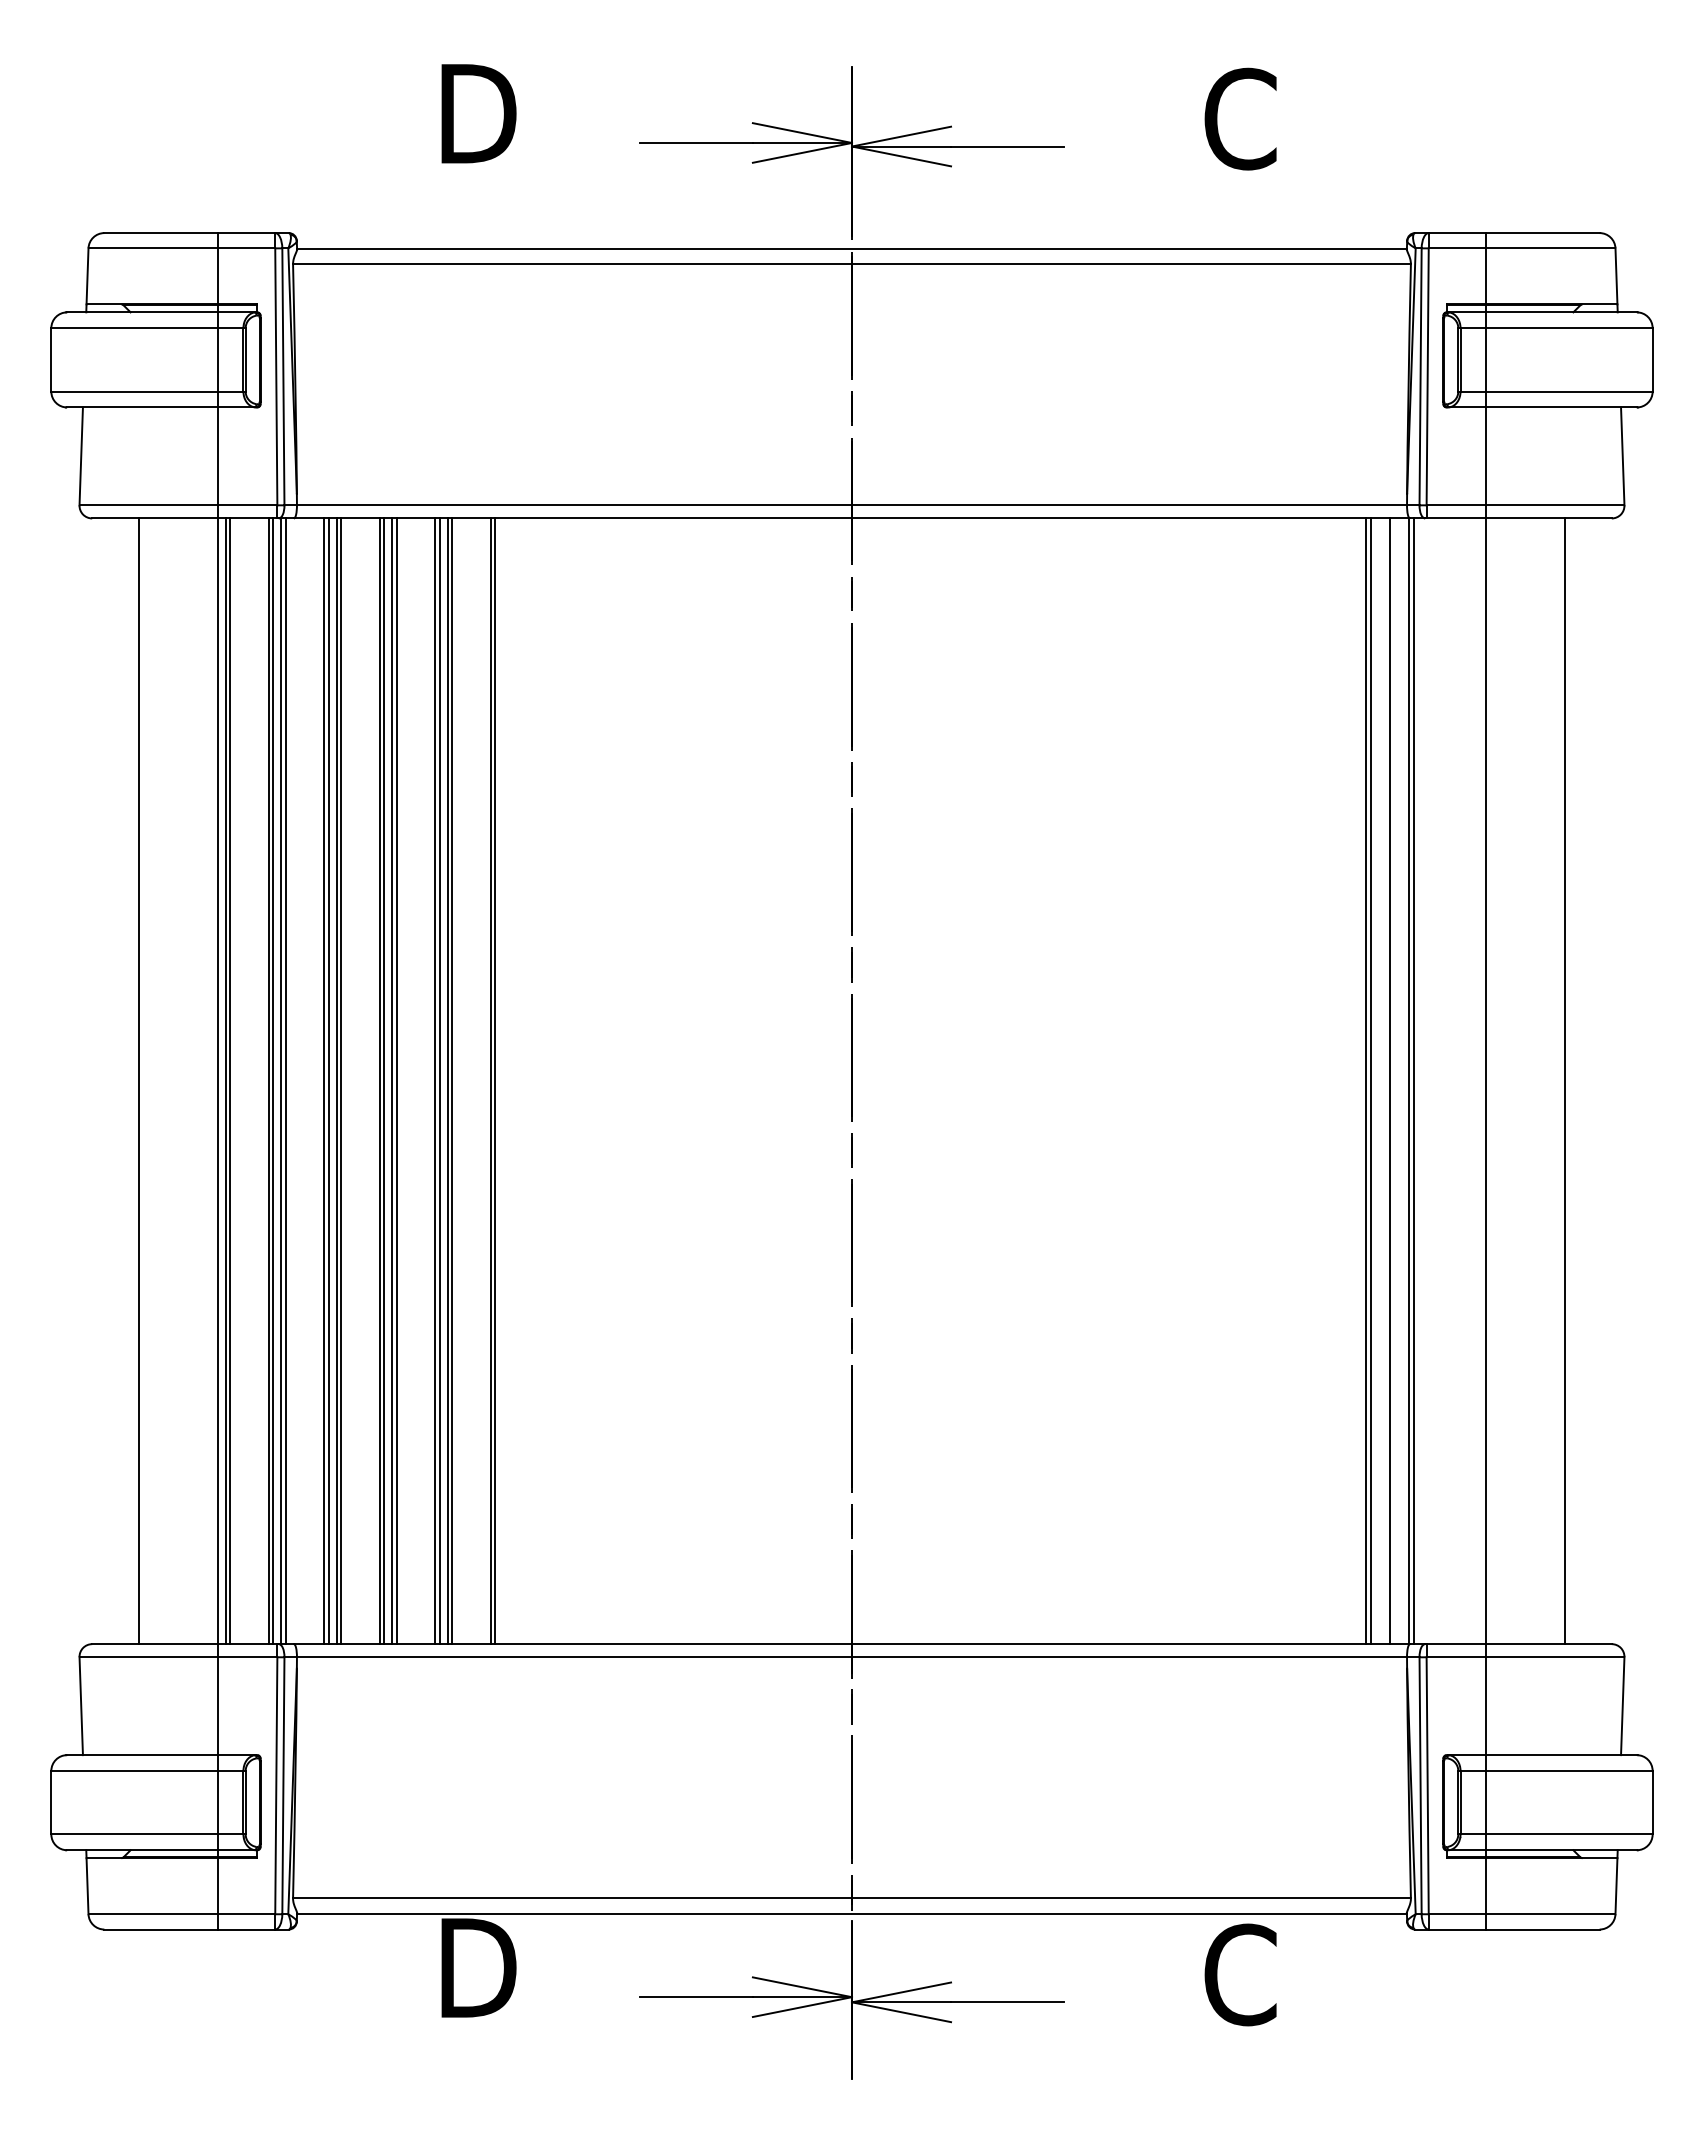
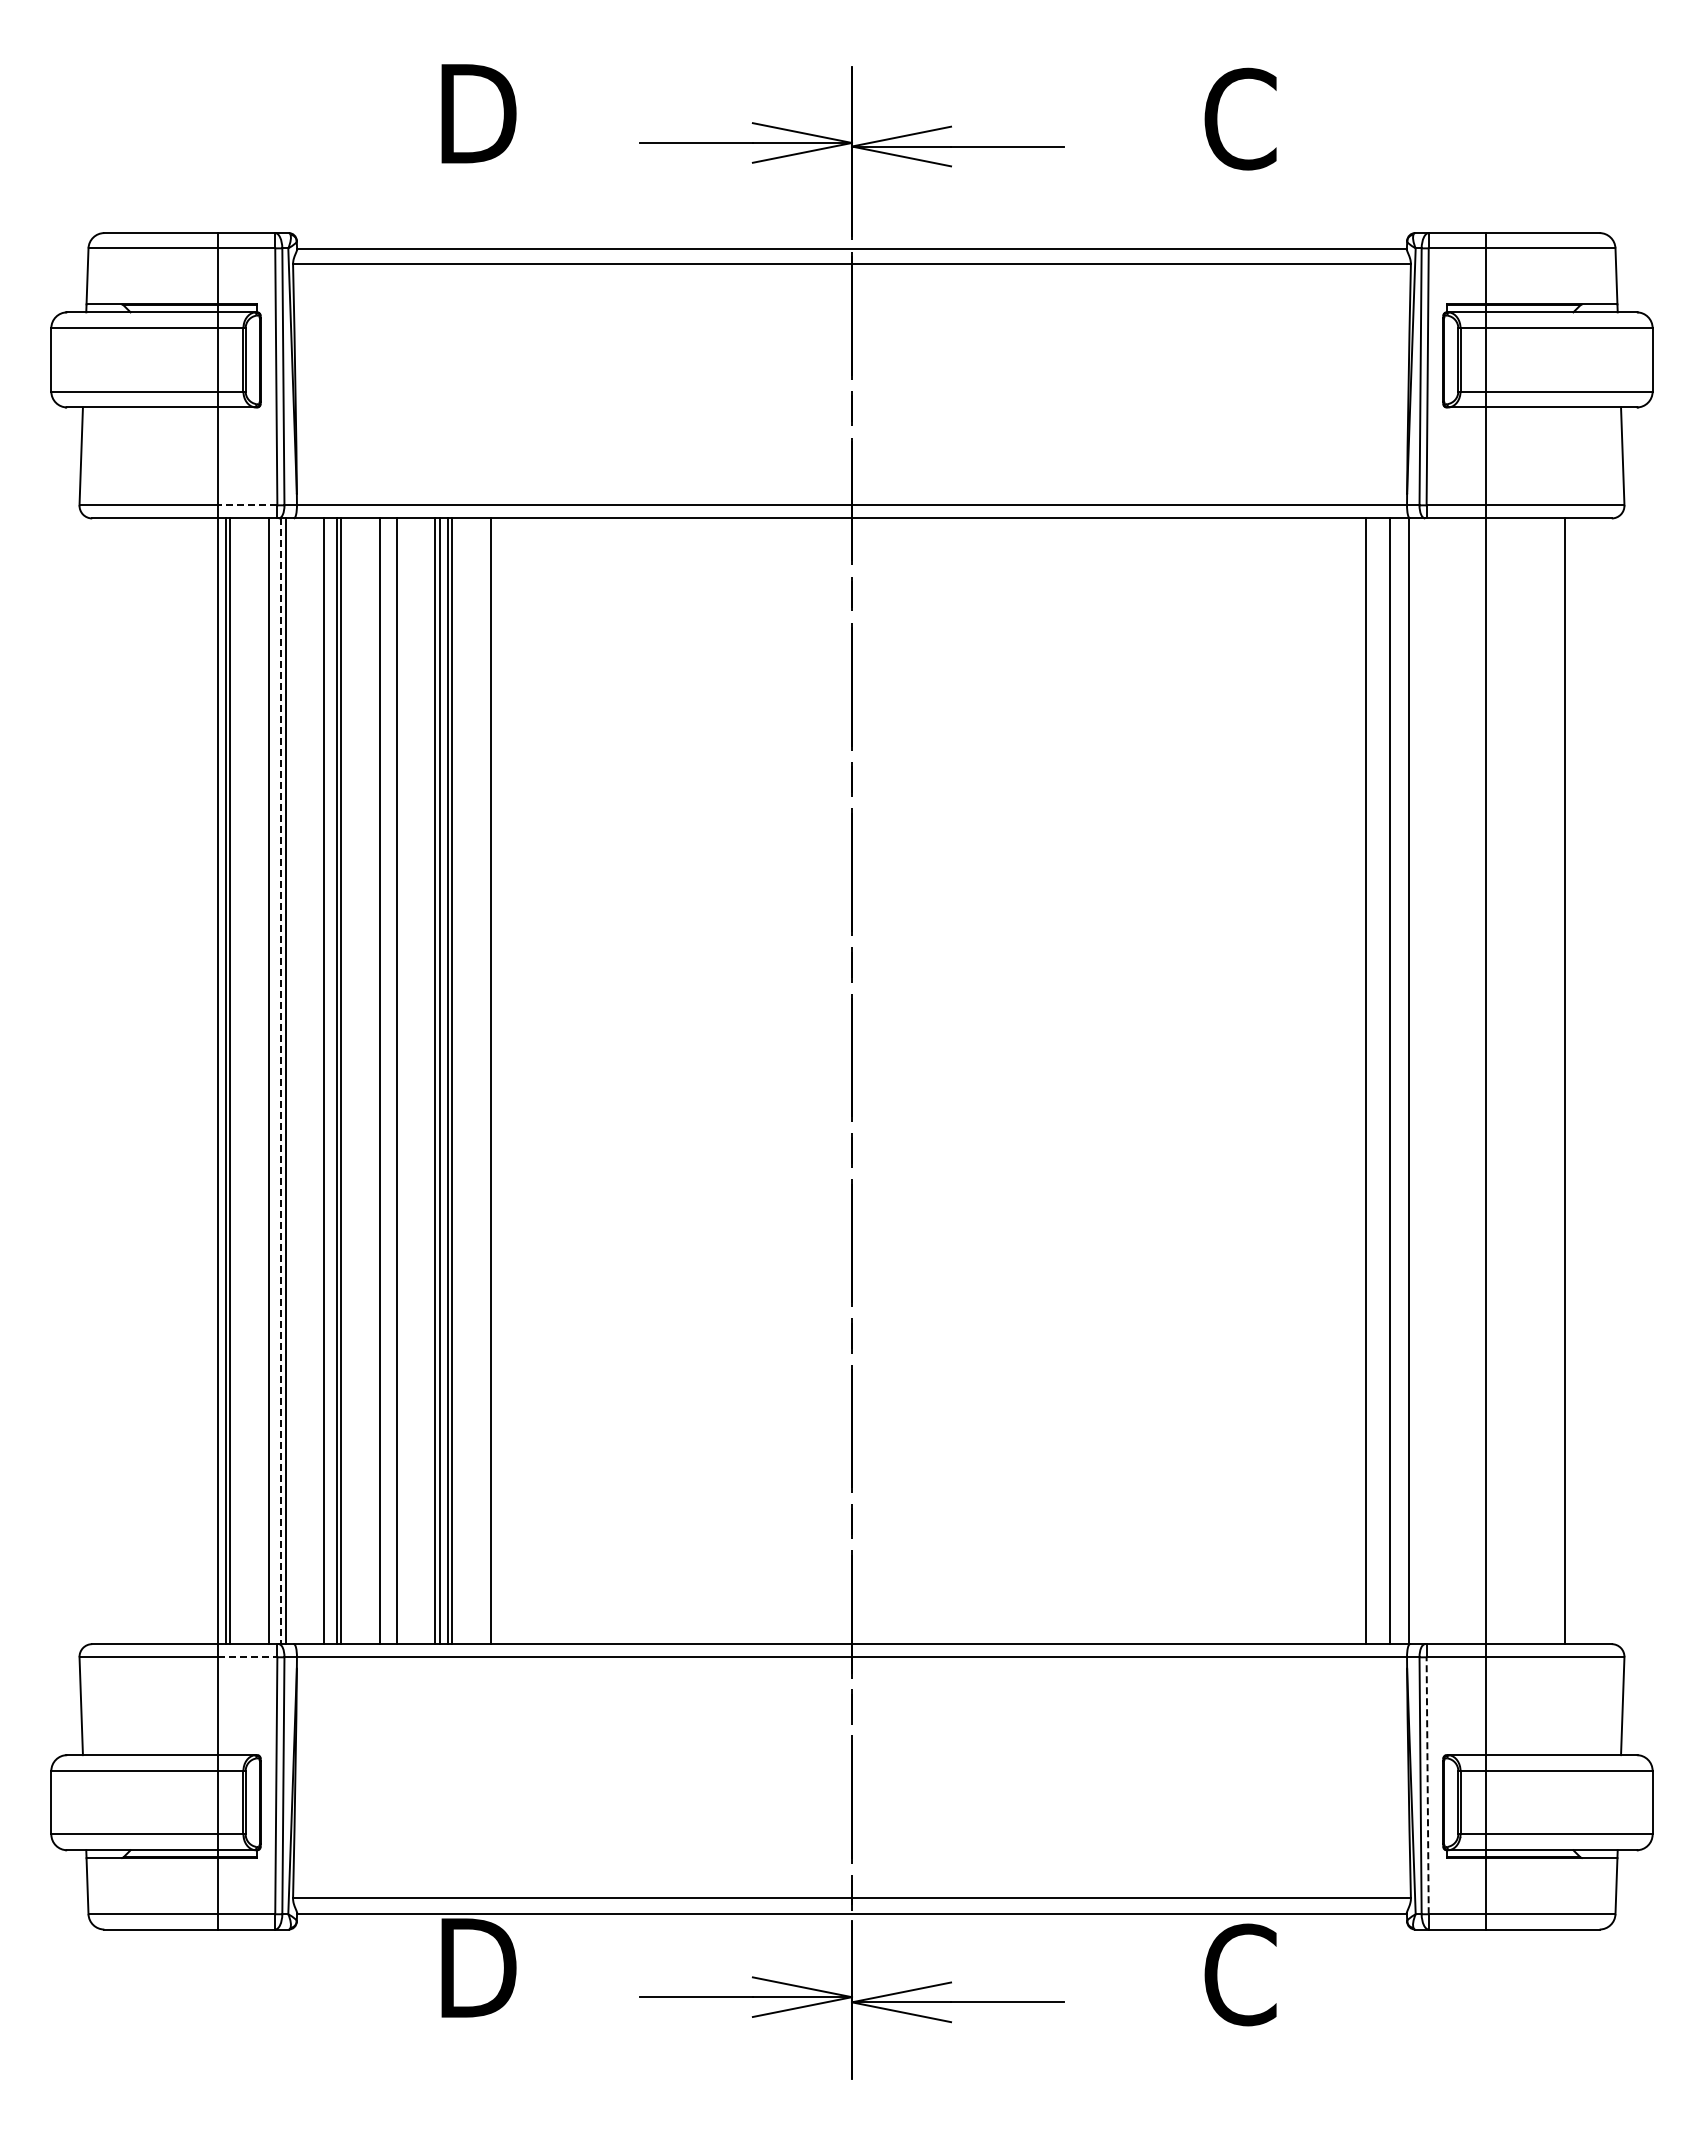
line at (247, 505): solid -> dashed
line at (138, 1081): present -> none
line at (273, 1081): present -> none
line at (281, 1081): solid -> dashed
line at (328, 1081): present -> none
line at (384, 1081): present -> none
line at (392, 1081): present -> none
line at (495, 1081): present -> none
line at (1371, 1081): present -> none
line at (1414, 1081): present -> none
line at (247, 1657): solid -> dashed
line at (1427, 1785): solid -> dashed
